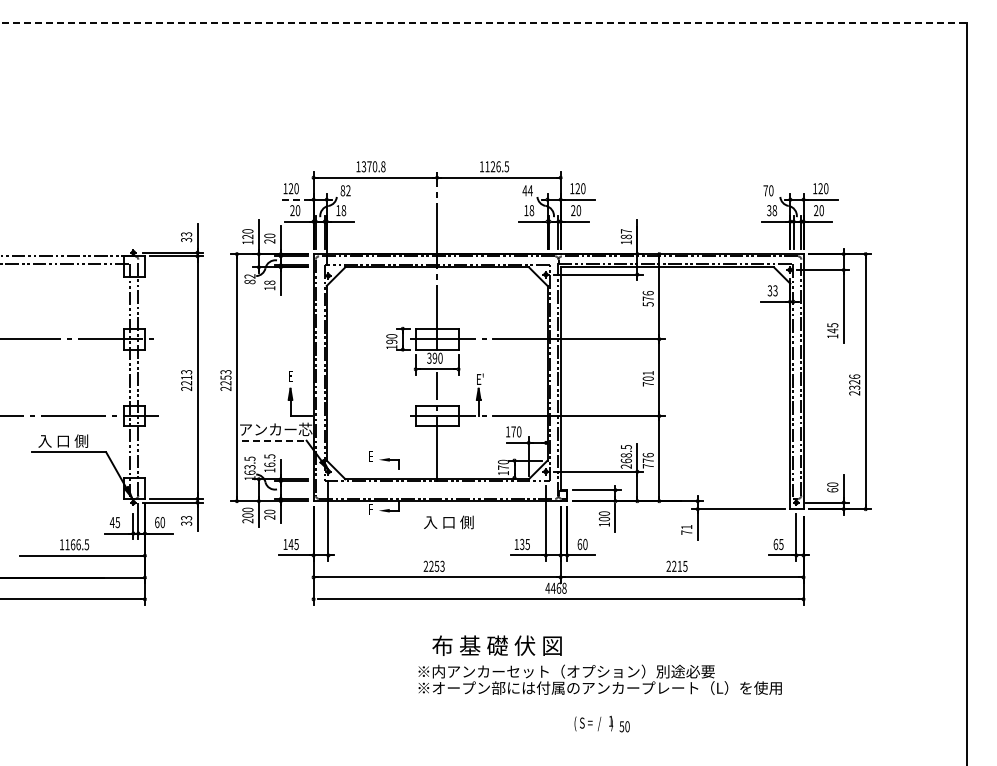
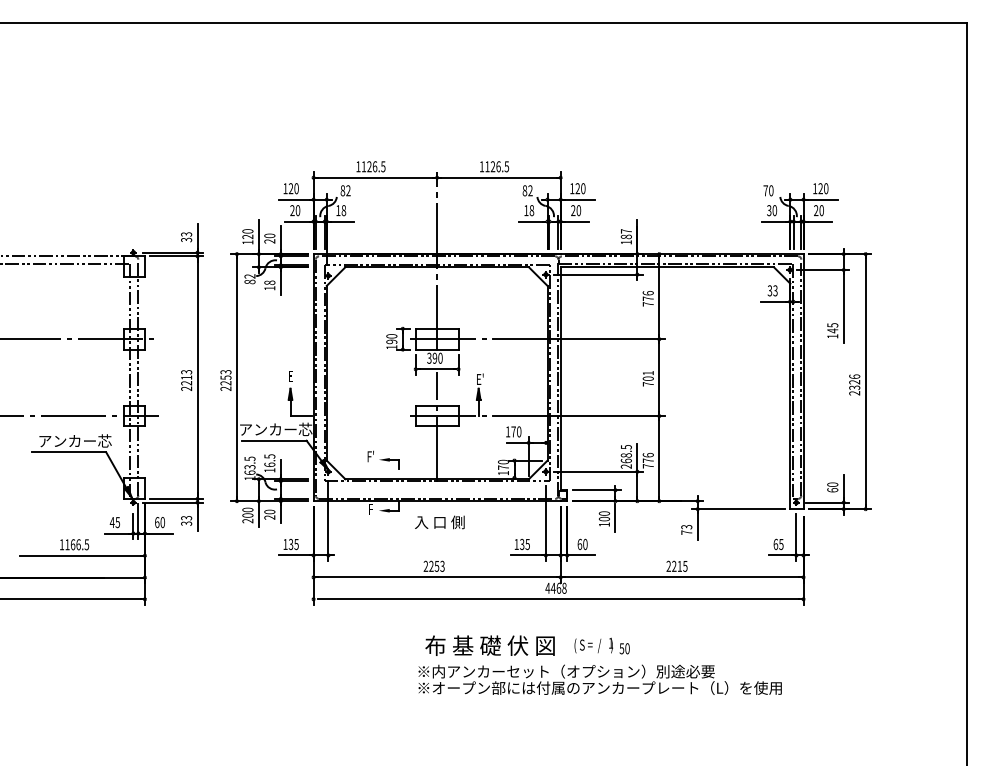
line at (484, 23): dashed -> solid
text at (373, 166): 1370.8 -> 1126.5
text at (527, 190): 44 -> 82
line at (295, 199): dashed -> solid
text at (774, 210): 38 -> 30
text at (647, 304): 576 -> 776
text at (74, 440): 入 口 側 -> アンカー芯
line at (275, 440): dashed -> solid
text at (370, 456): E -> F'
text at (448, 522) position: (448, 522) -> (439, 522)
text at (686, 527): 71 -> 73
text at (290, 544): 145 -> 135
text at (496, 645) position: (496, 645) -> (489, 645)
text at (601, 723) position: (601, 723) -> (601, 645)
